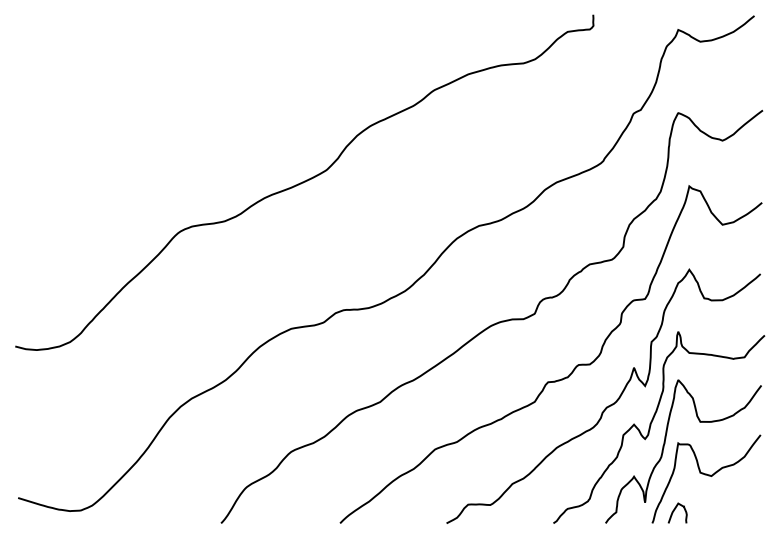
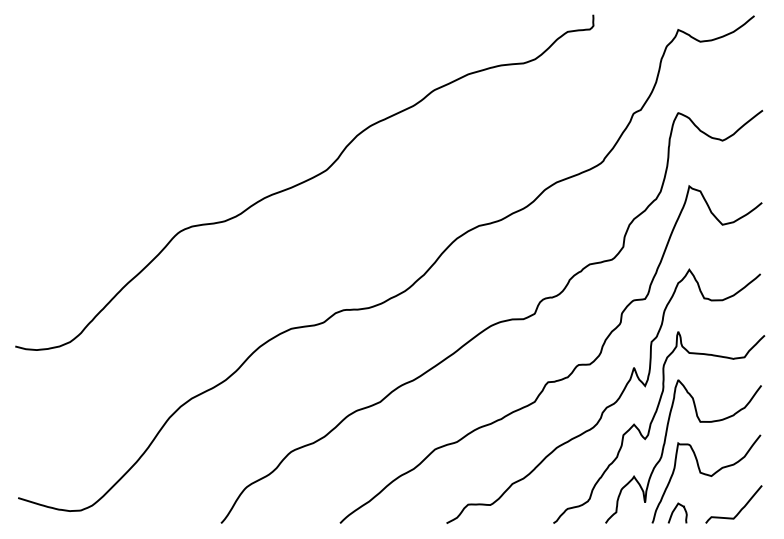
curve at (739, 510): none -> present
